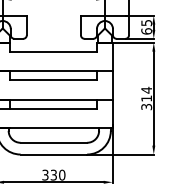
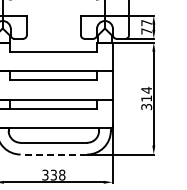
text at (146, 27): 65 -> 77
line at (53, 154): solid -> dashed
text at (62, 175): 330 -> 338
